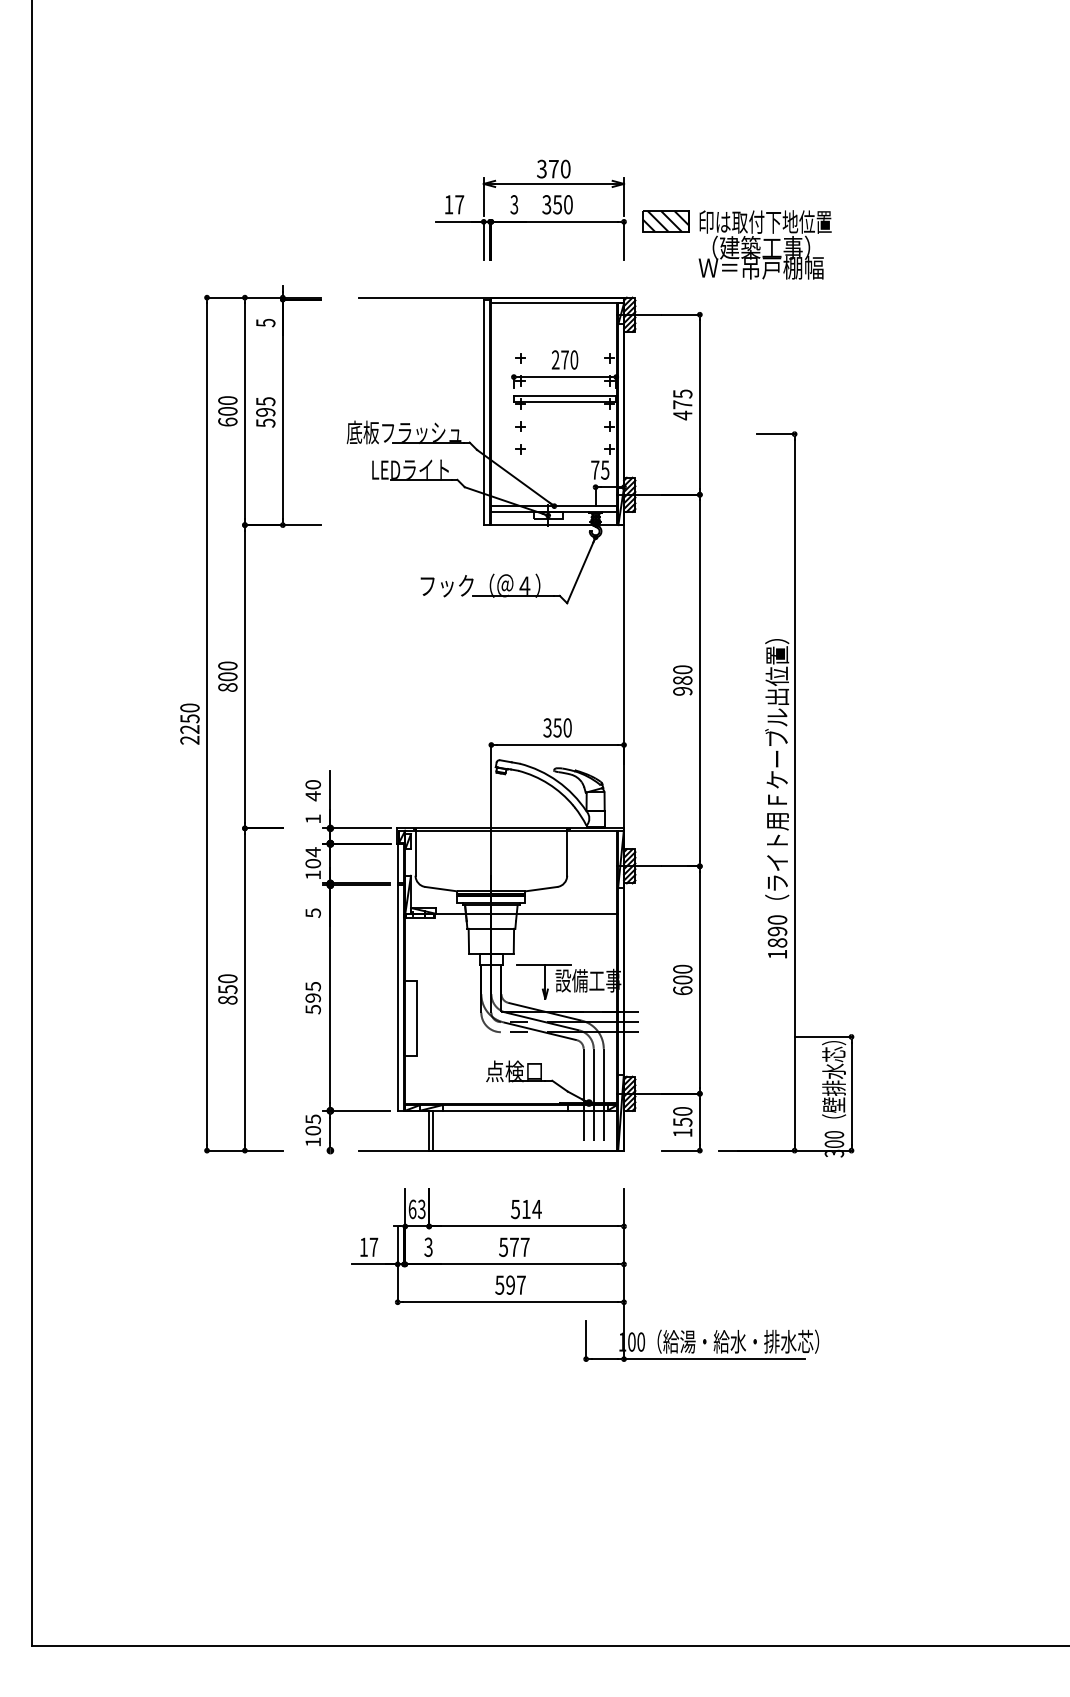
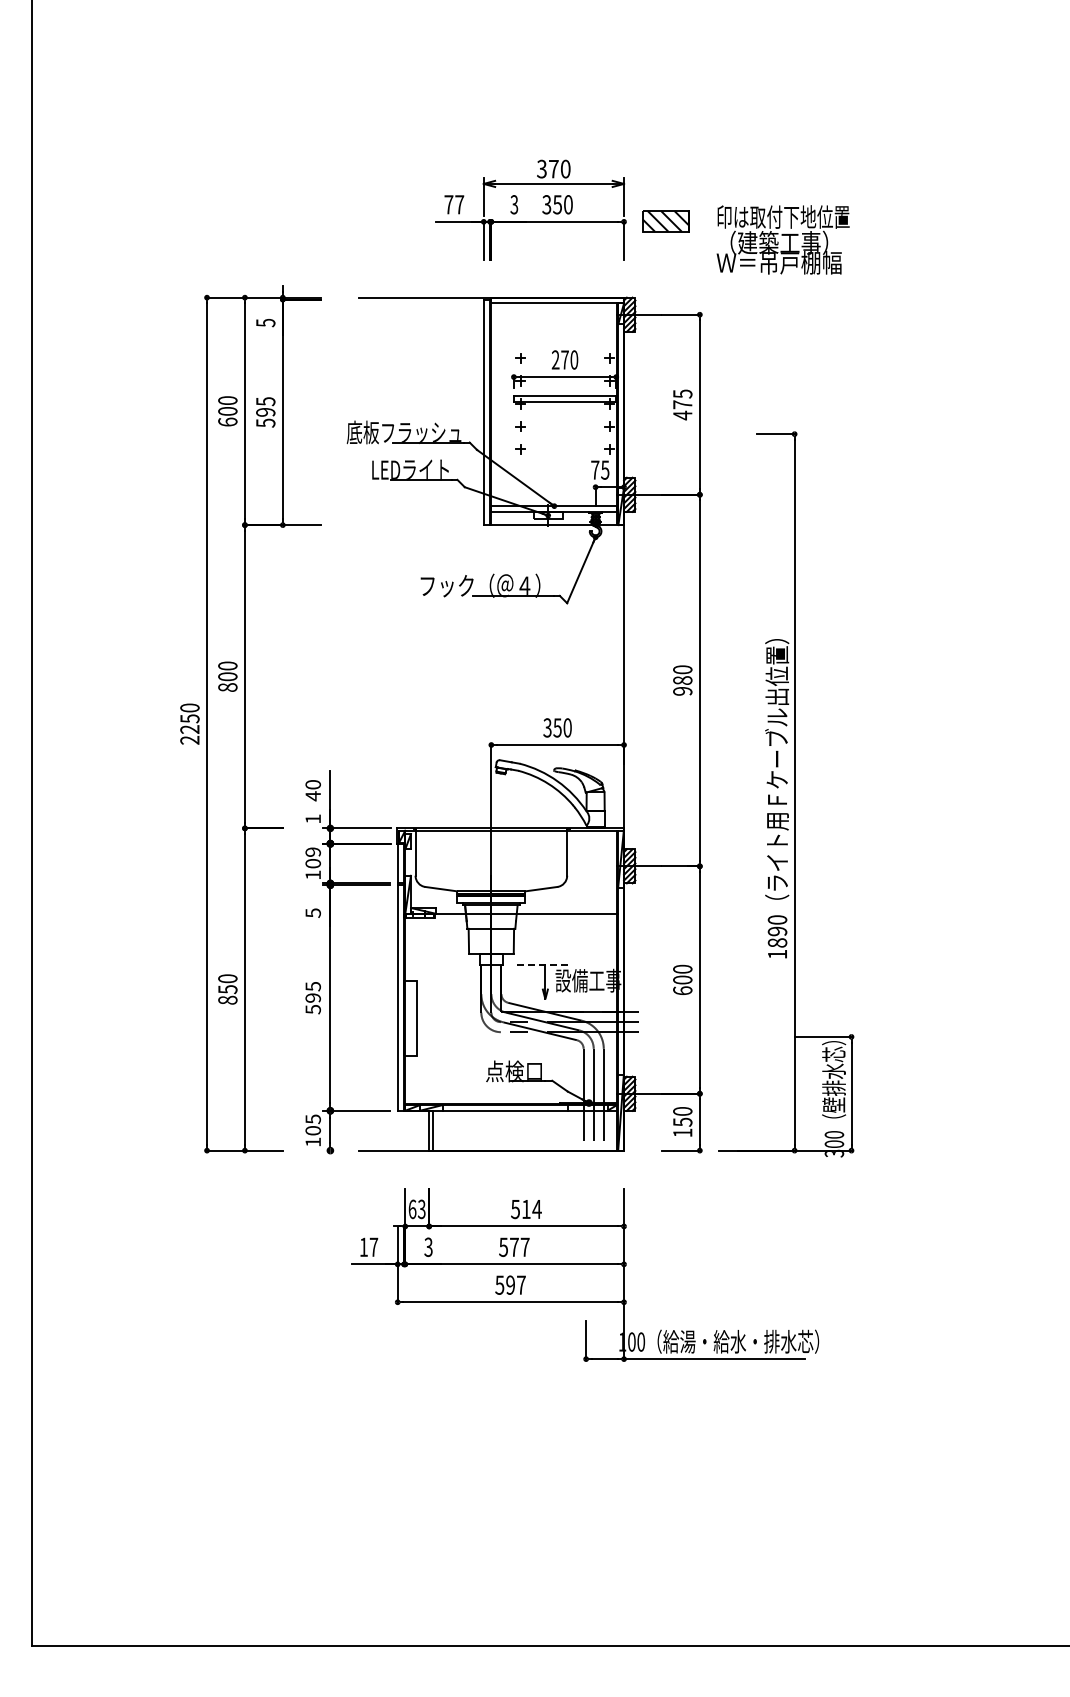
text at (448, 204): 17 -> 77
text at (764, 244) position: (764, 244) -> (782, 239)
text at (312, 852): 104 -> 109
line at (544, 965): solid -> dashed
